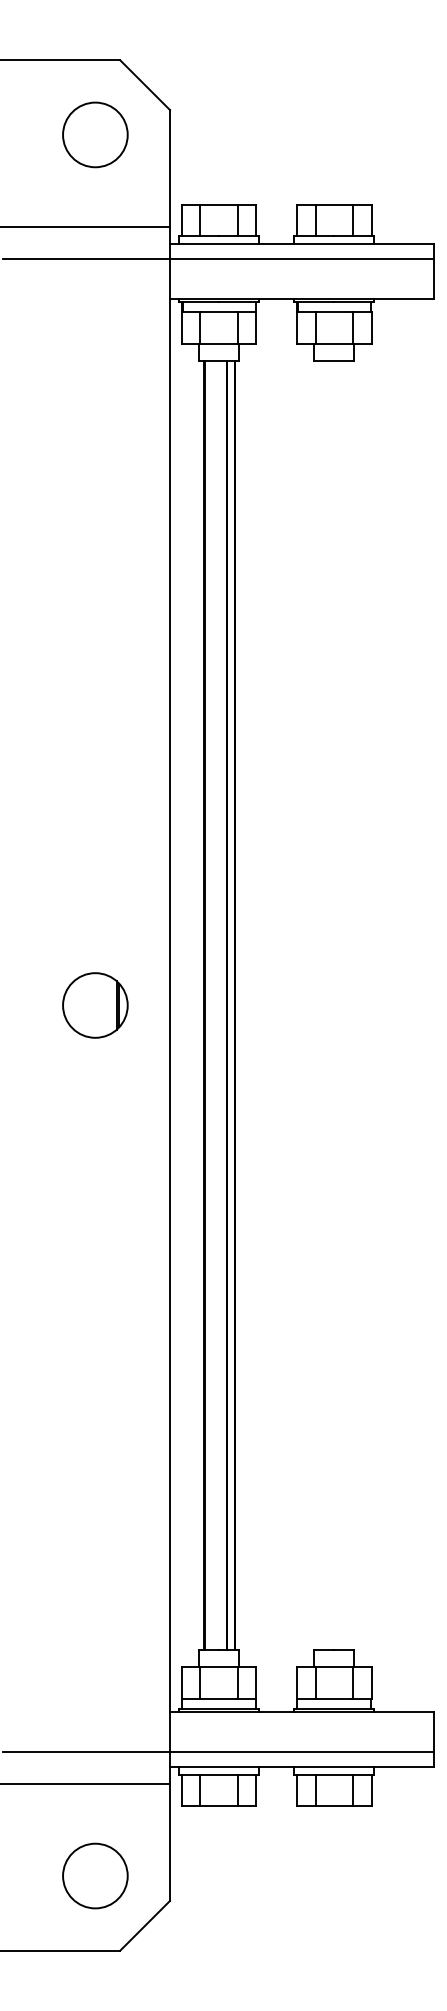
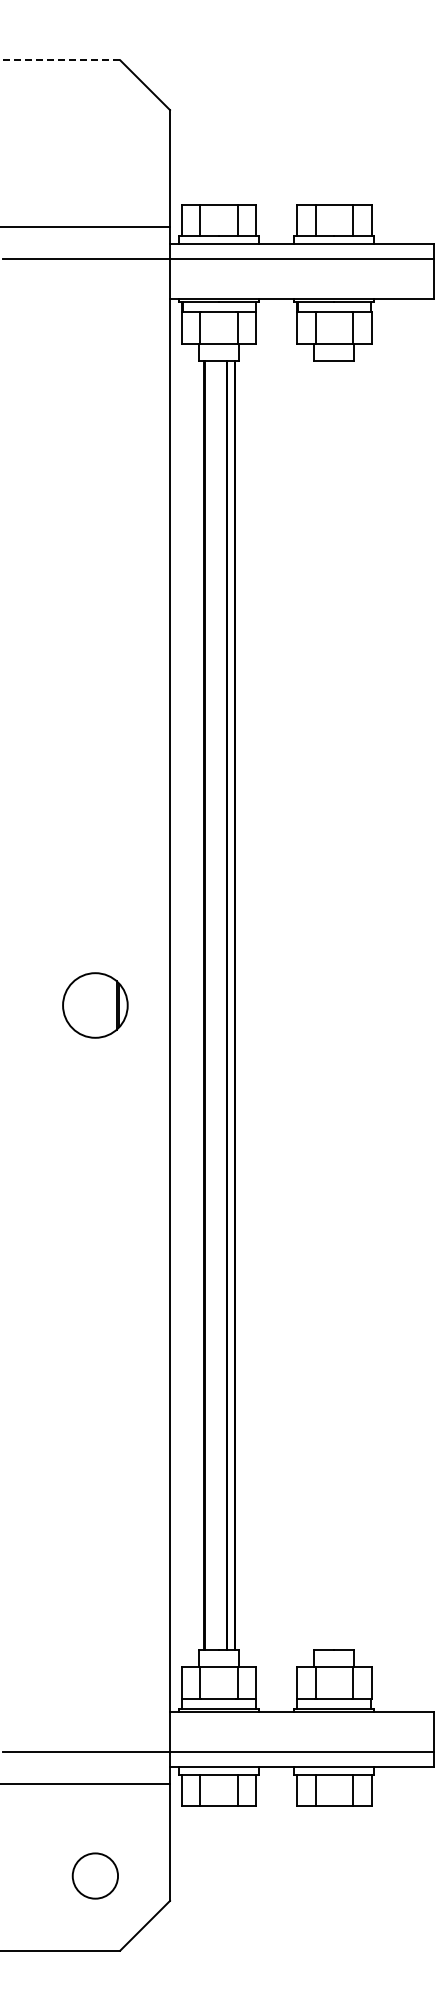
line at (60, 60): solid -> dashed
circle at (95, 134): present -> none
circle at (95, 1875) diameter: 65 px -> 45 px
